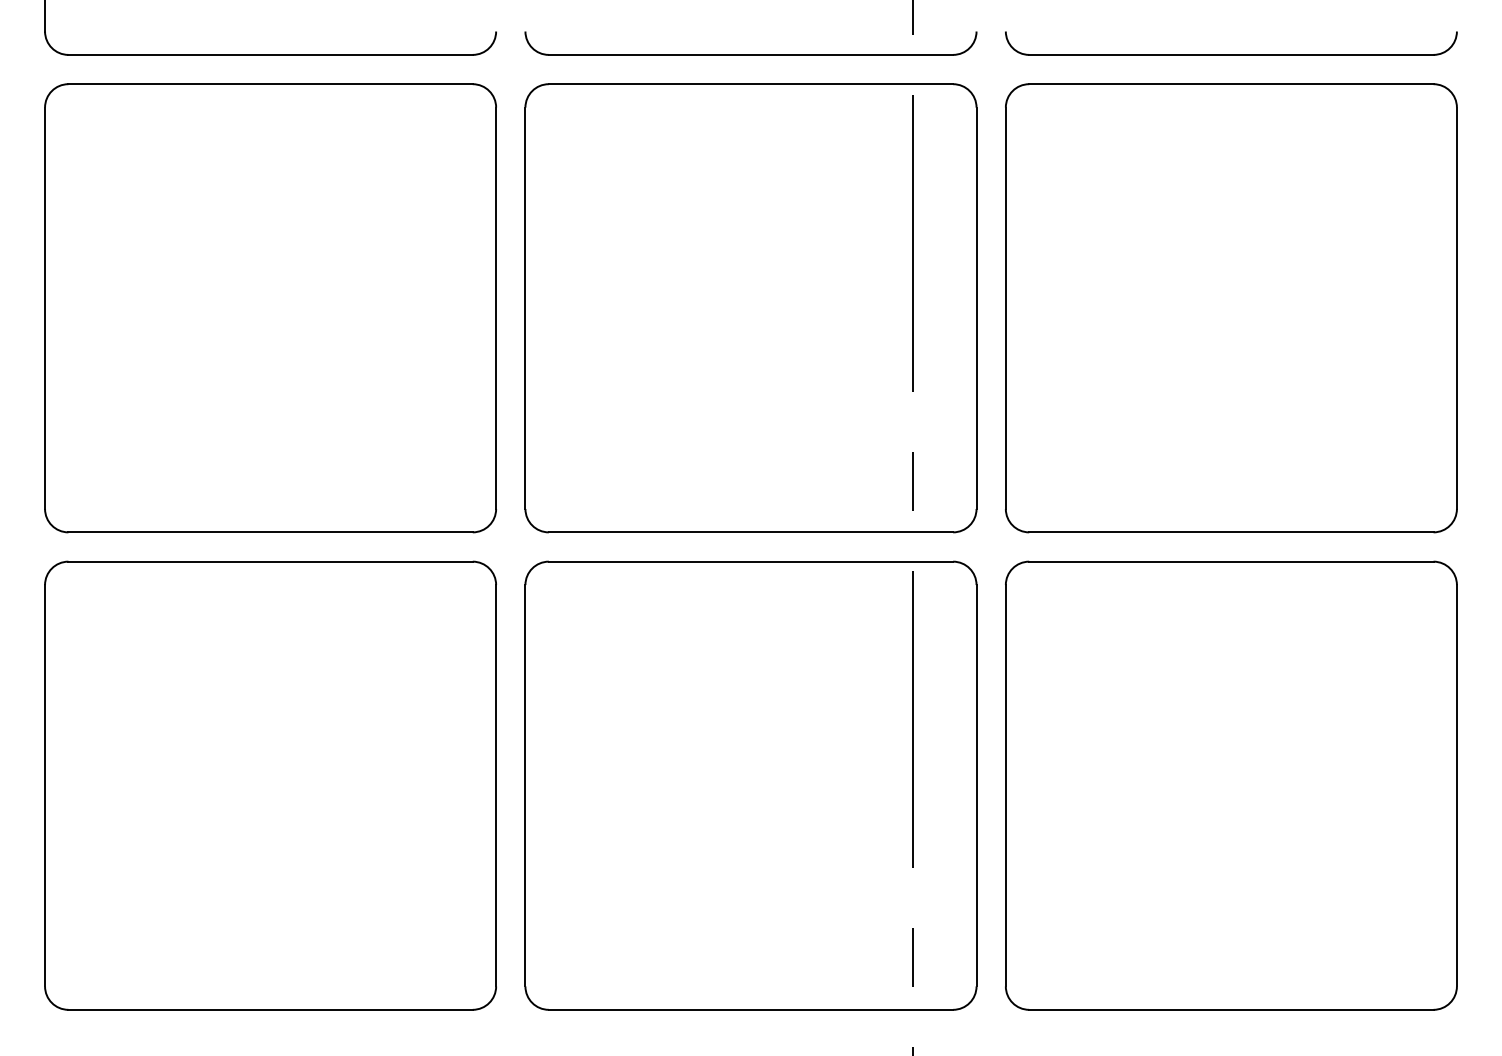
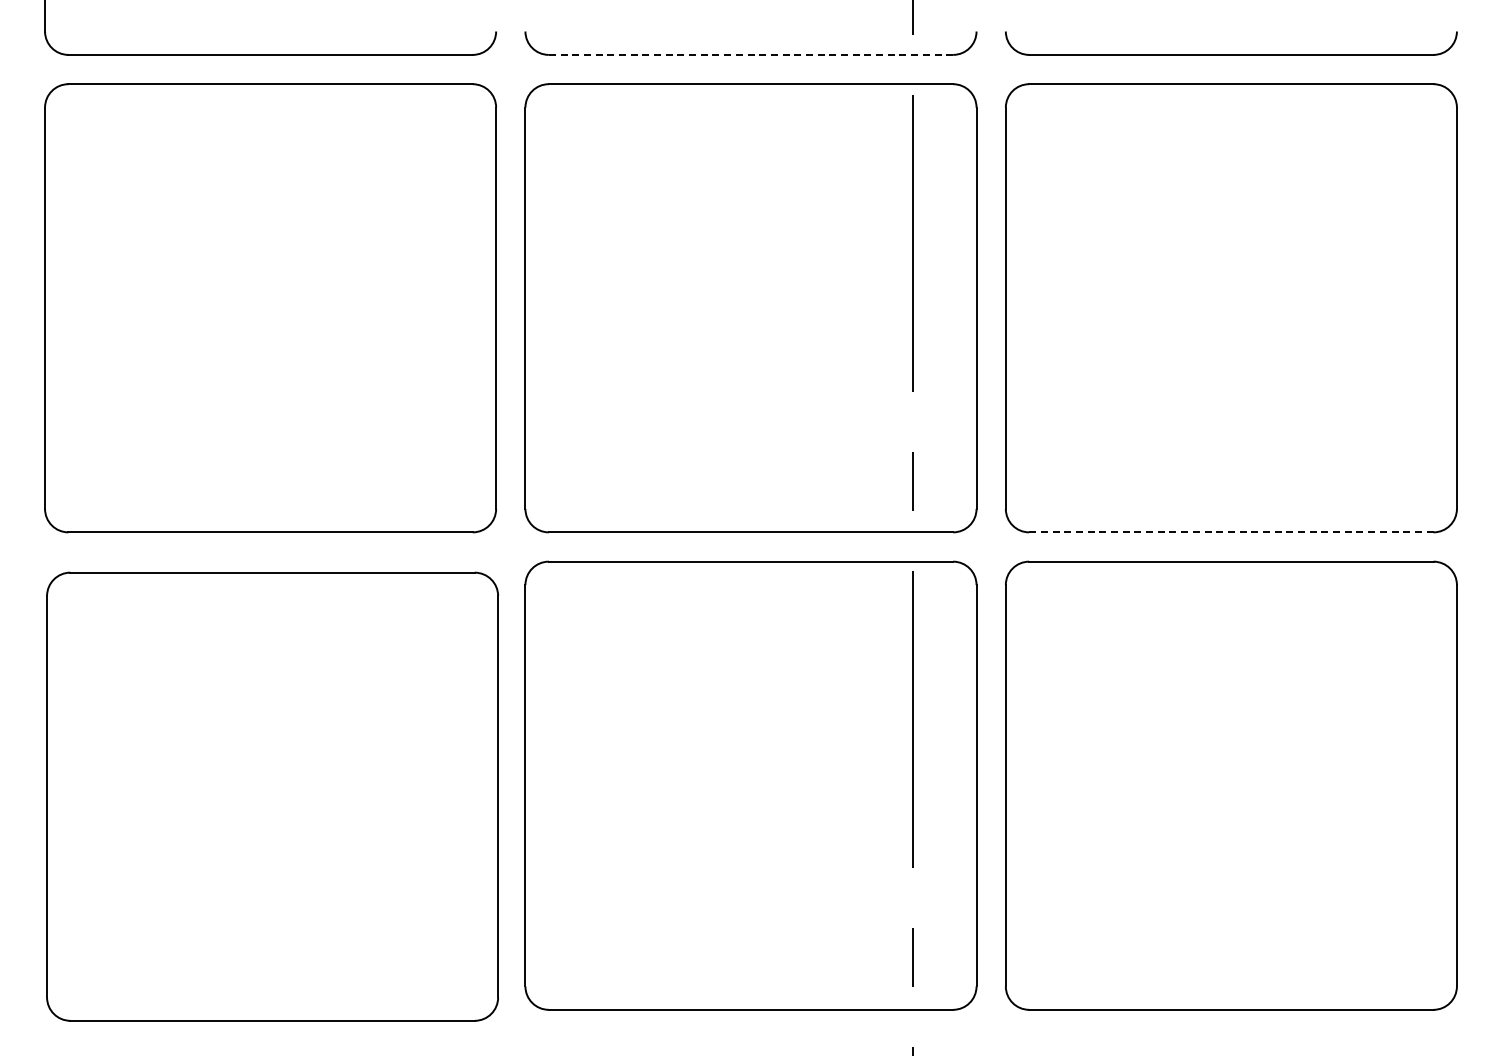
line at (751, 54): solid -> dashed
line at (1231, 532): solid -> dashed
part at (270, 785) position: (270, 785) -> (272, 796)
